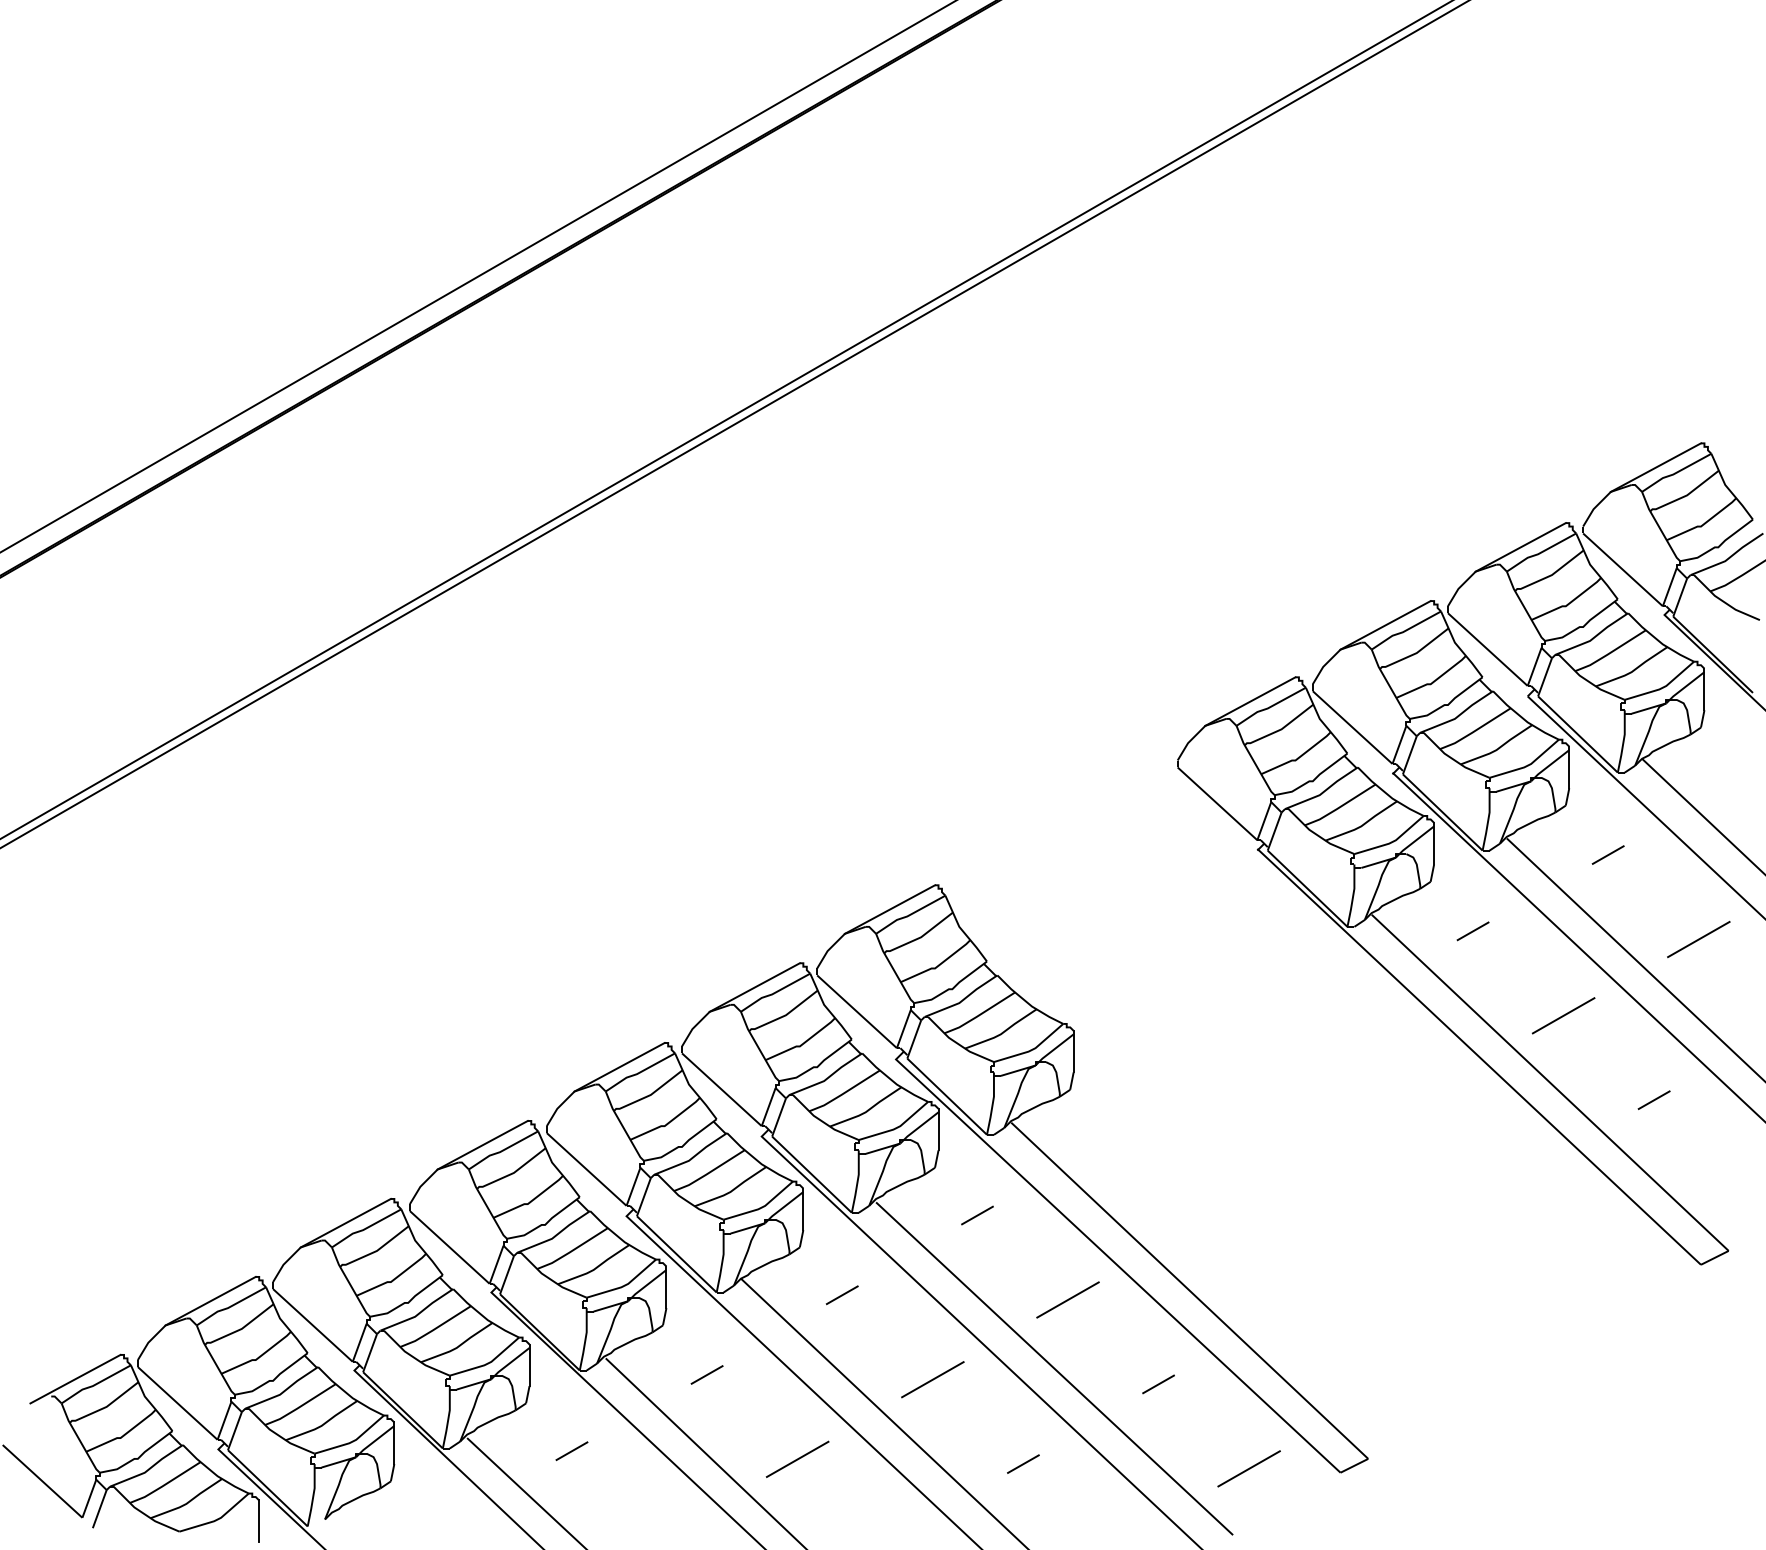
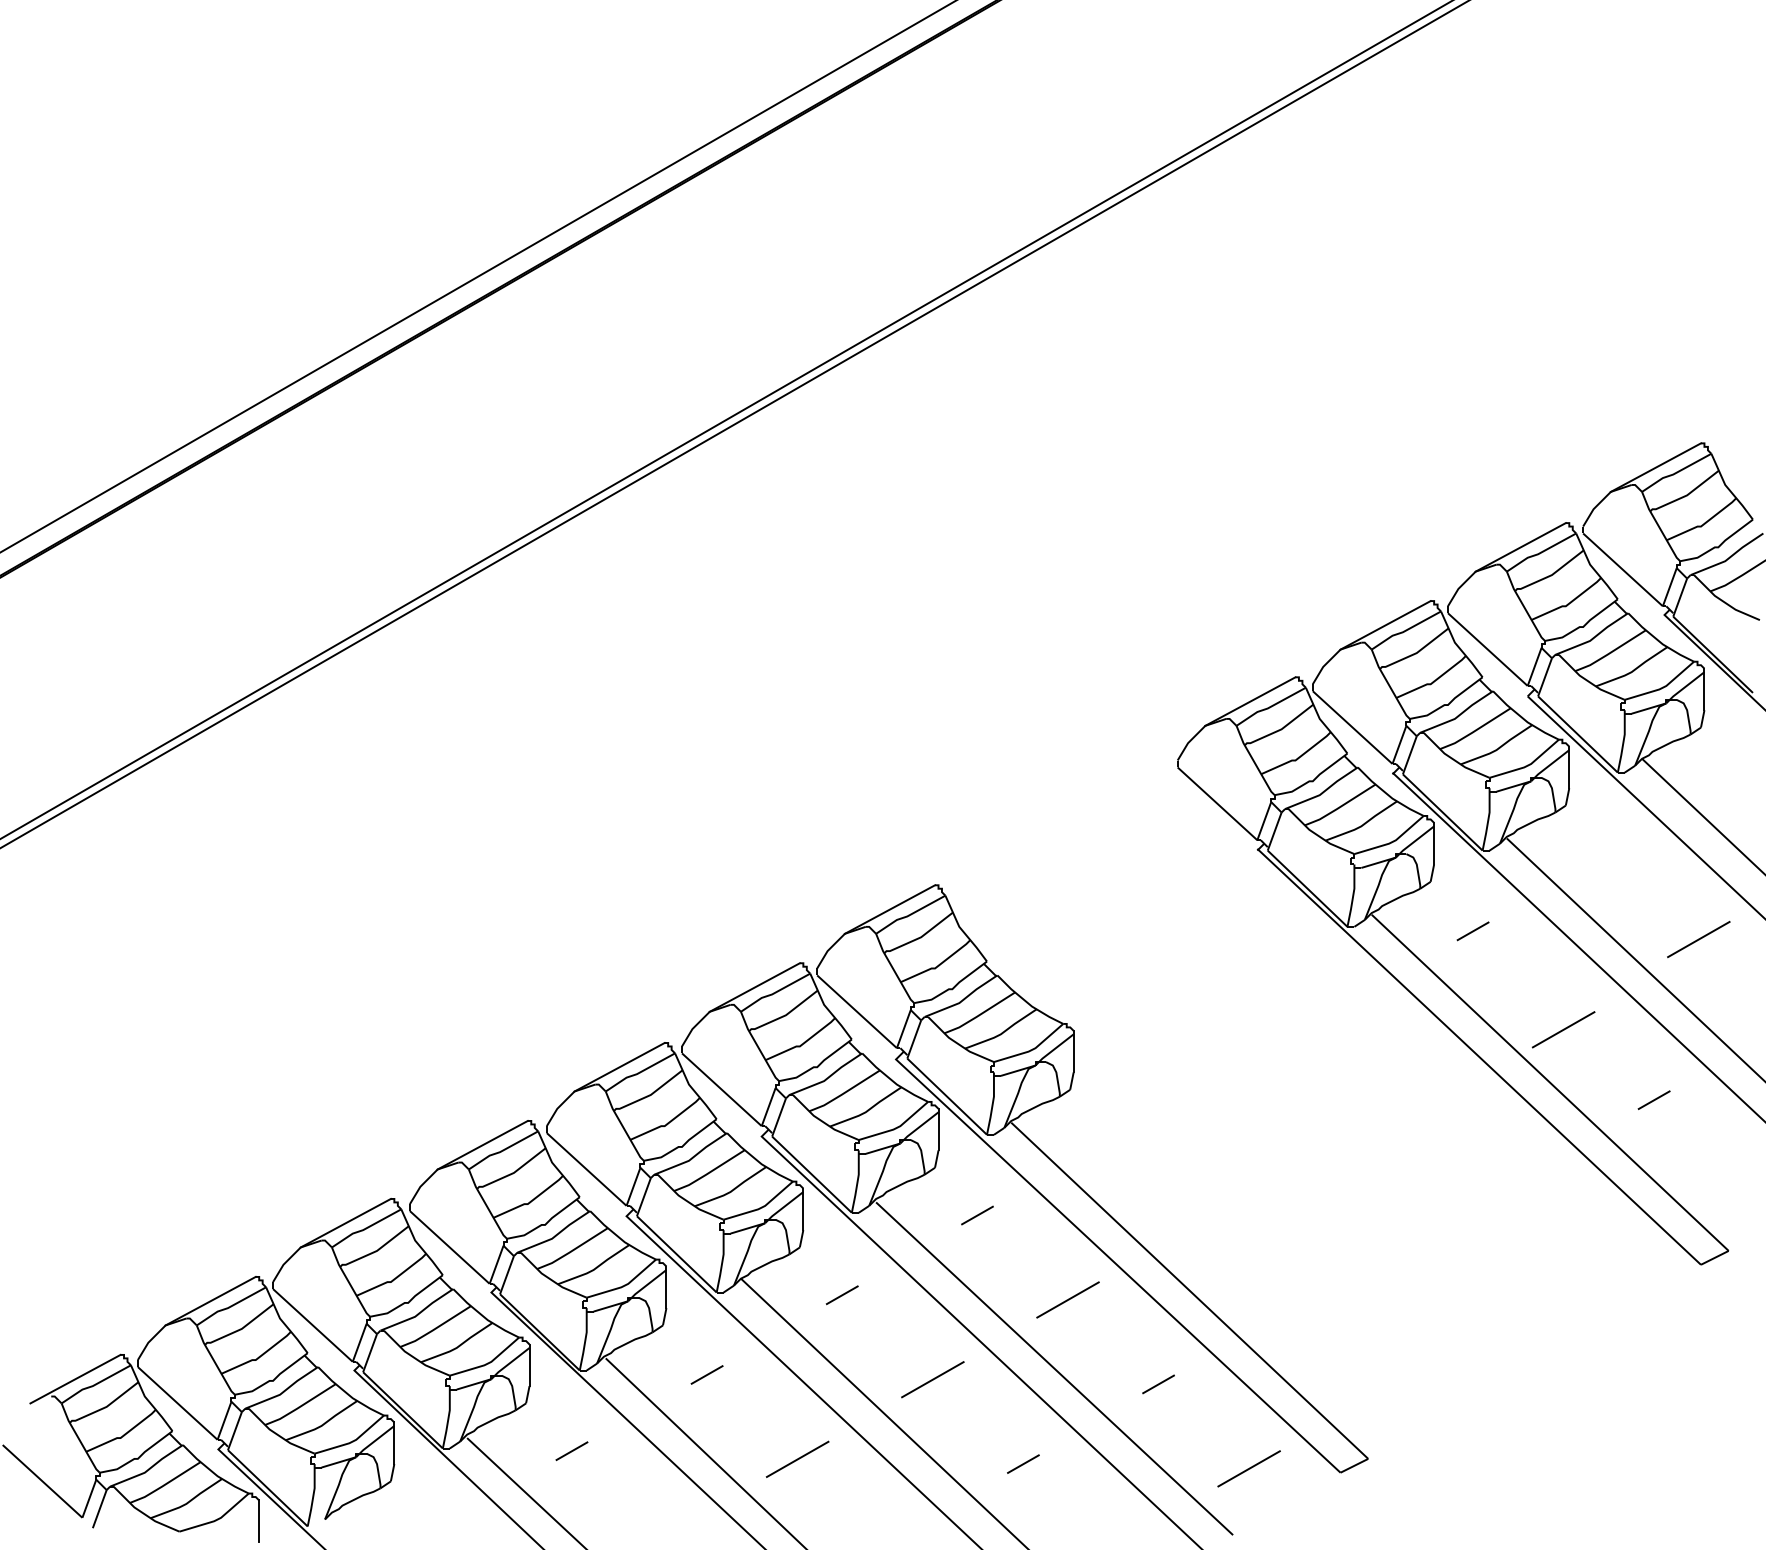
line at (1607, 854): present -> none
line at (1563, 1015) position: (1563, 1015) -> (1563, 1029)
